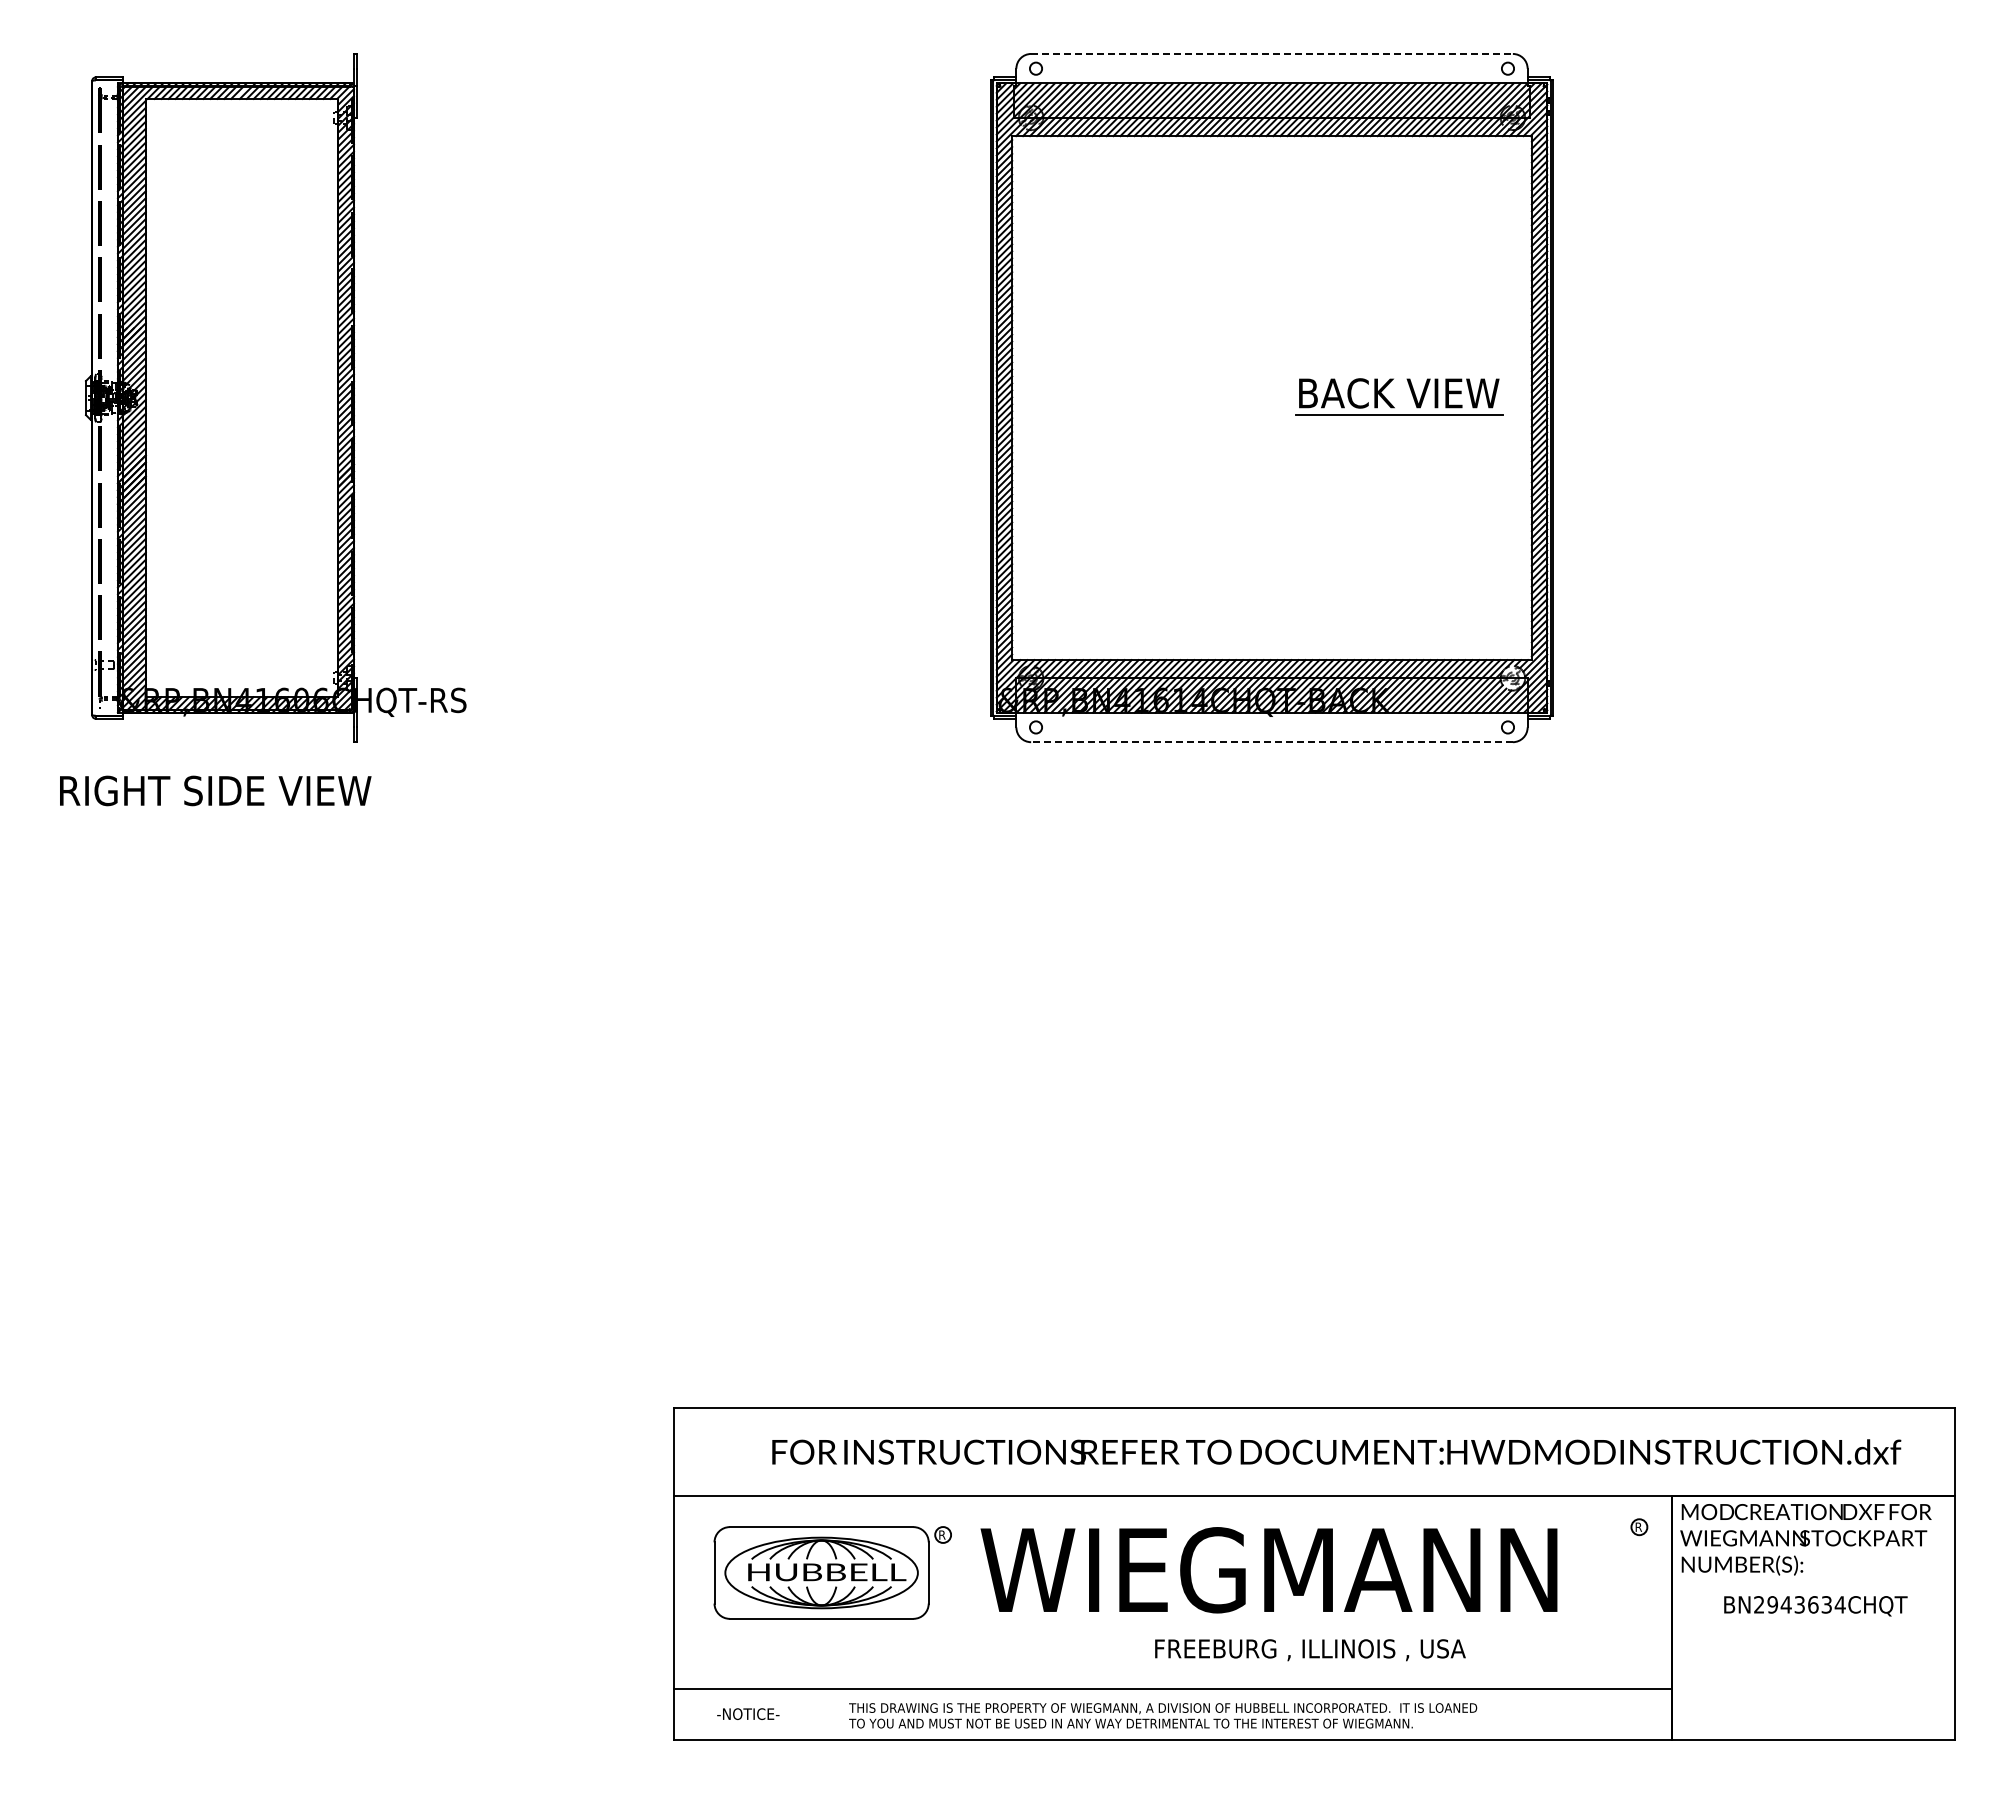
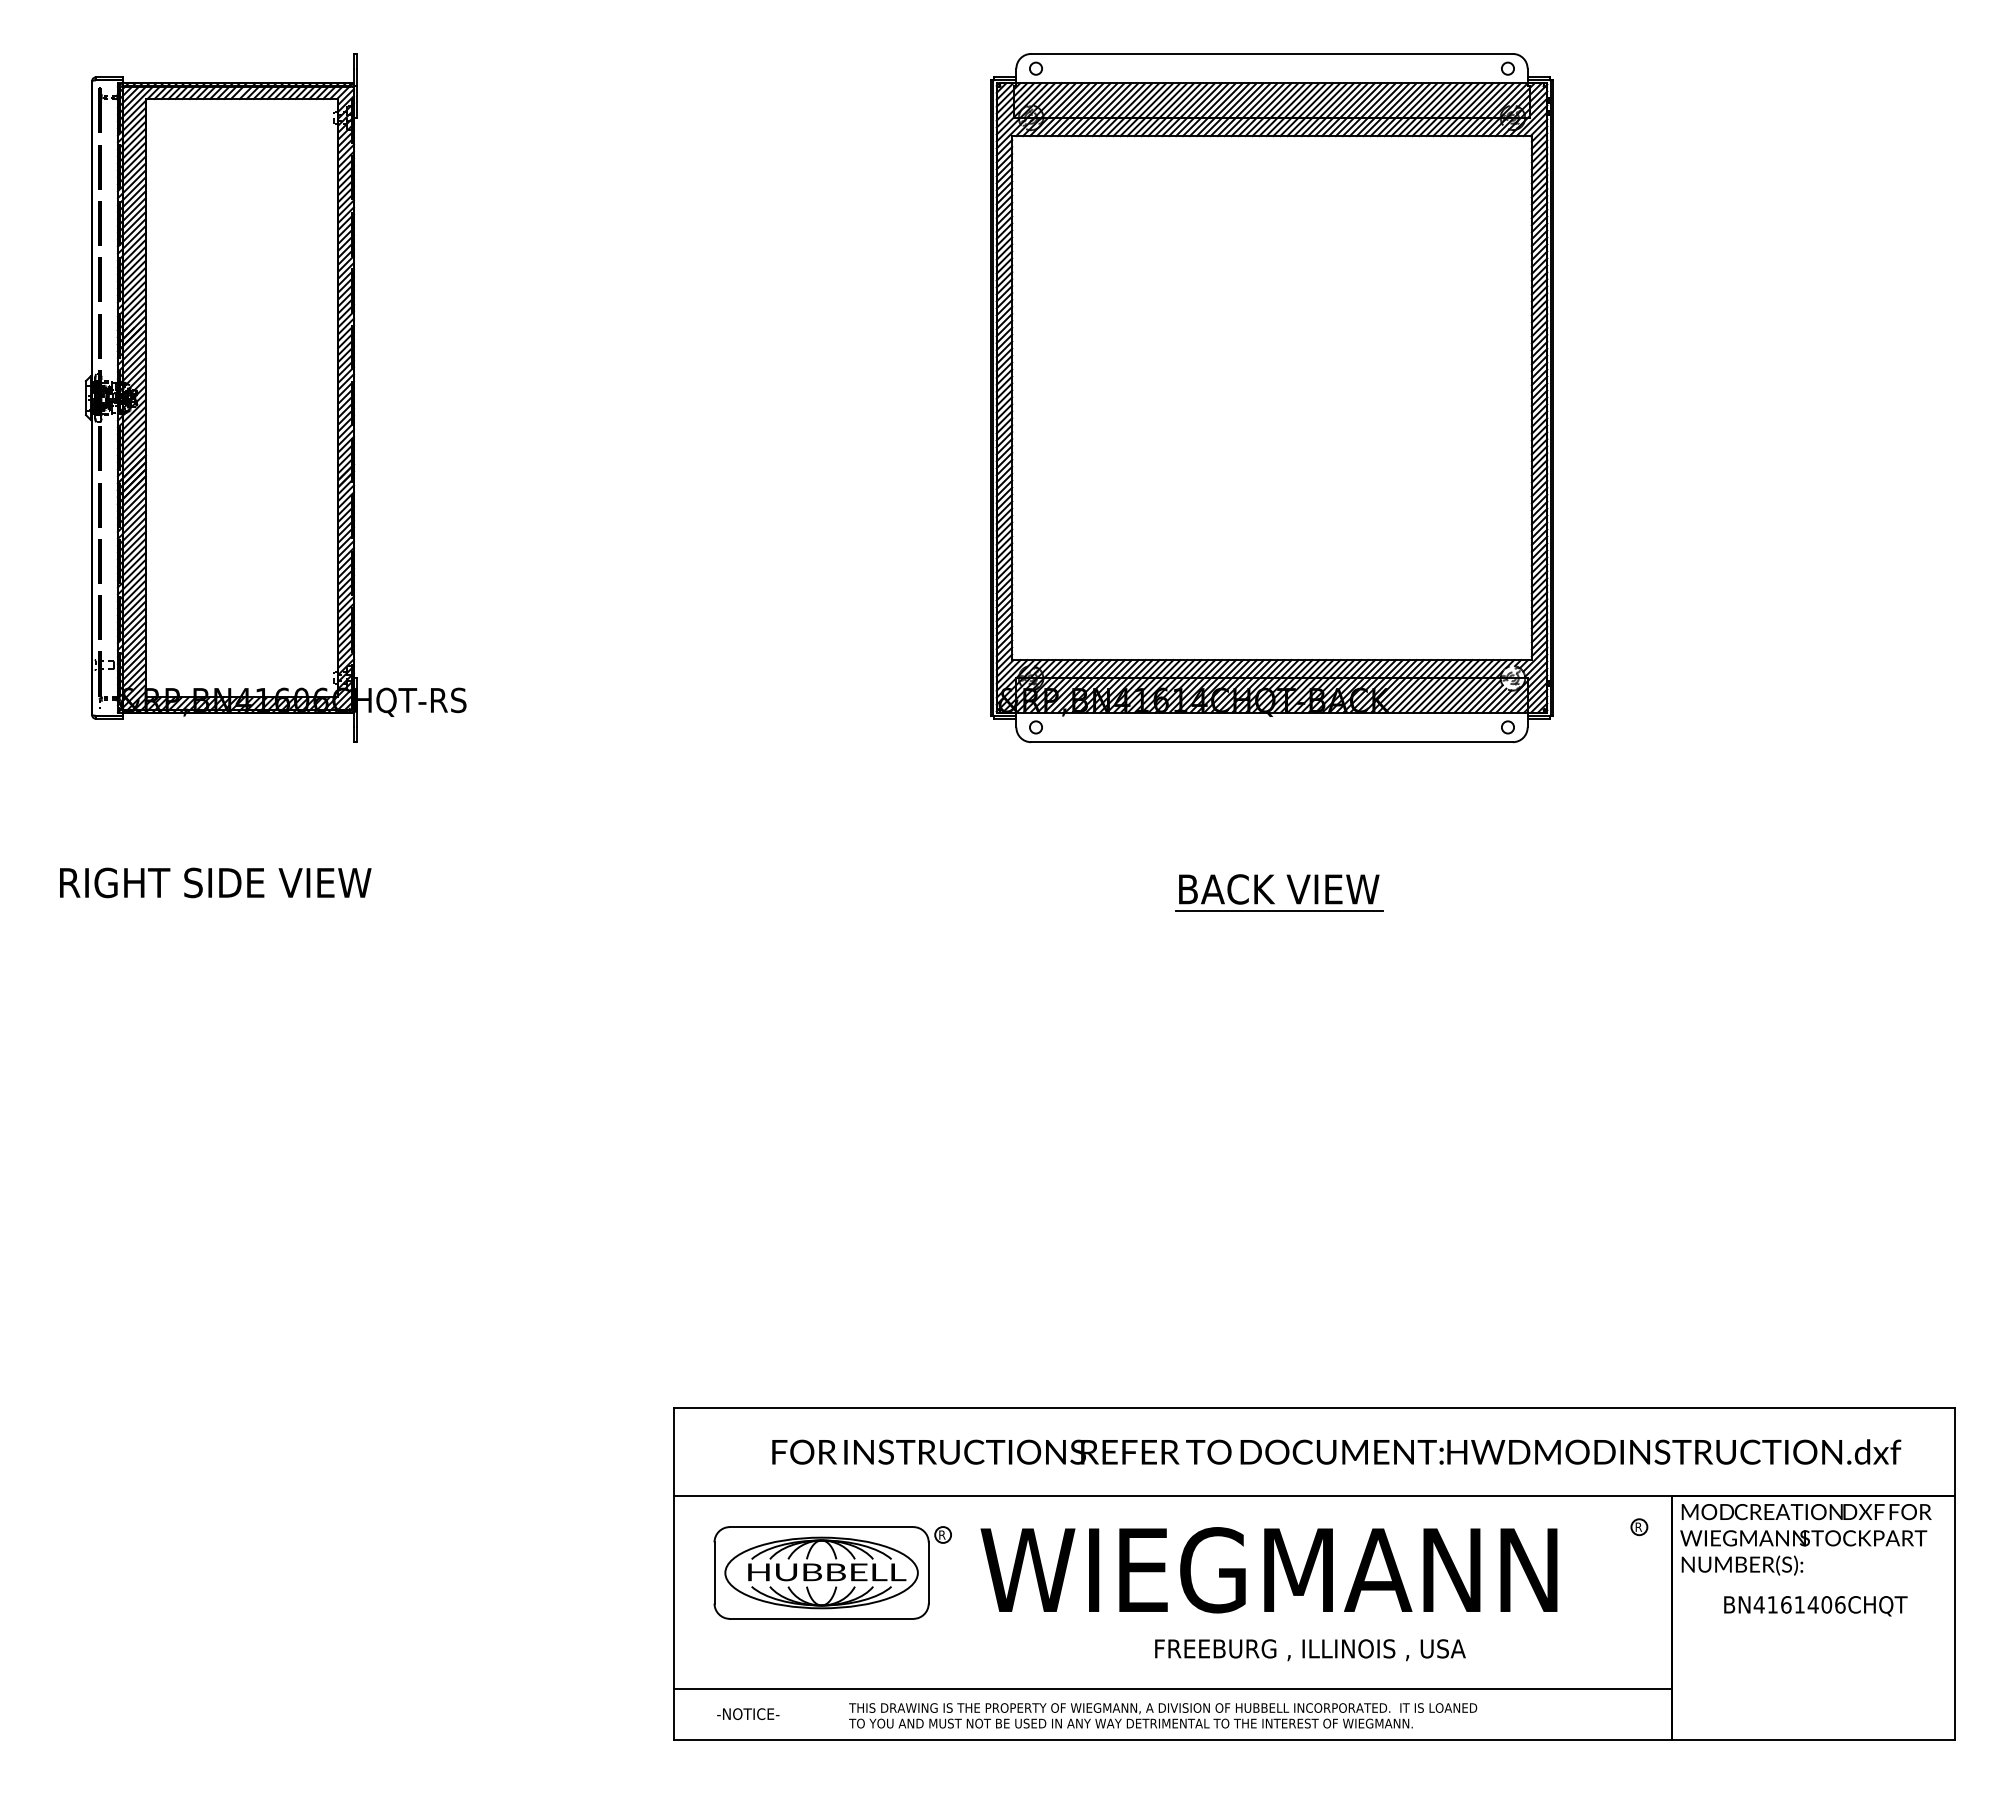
line at (1272, 53): dashed -> solid
part at (1391, 403) position: (1391, 403) -> (1271, 899)
line at (1272, 742): dashed -> solid
text at (215, 790) position: (215, 790) -> (215, 882)
text at (1799, 1604): BN2943634CHQT -> BN4161406CHQT
